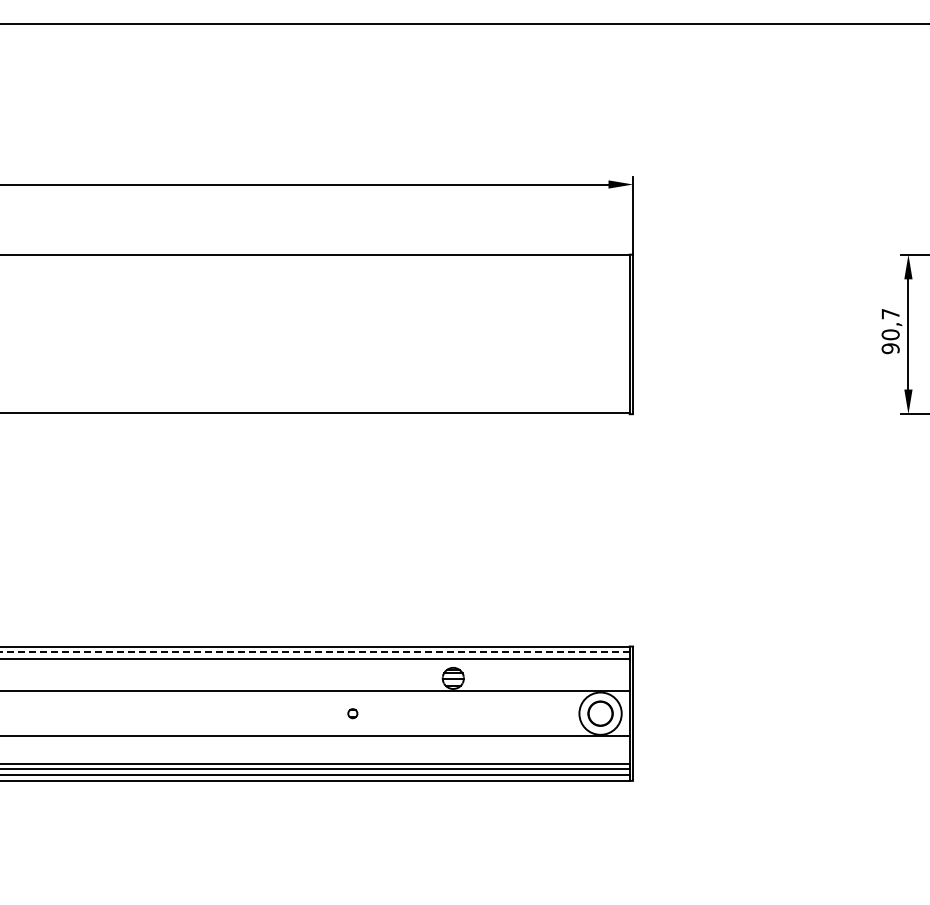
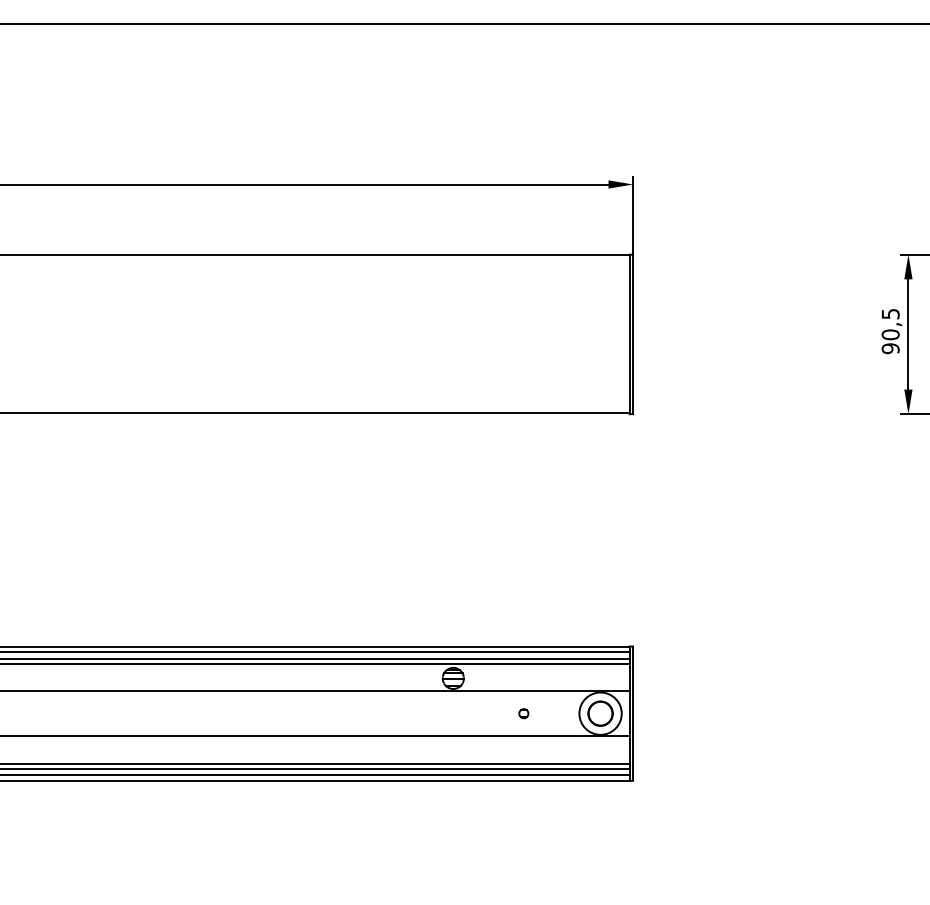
text at (890, 314): 90,7 -> 90,5
line at (314, 652): dashed -> solid
line at (315, 663): none -> present
part at (352, 713) position: (352, 713) -> (523, 713)
